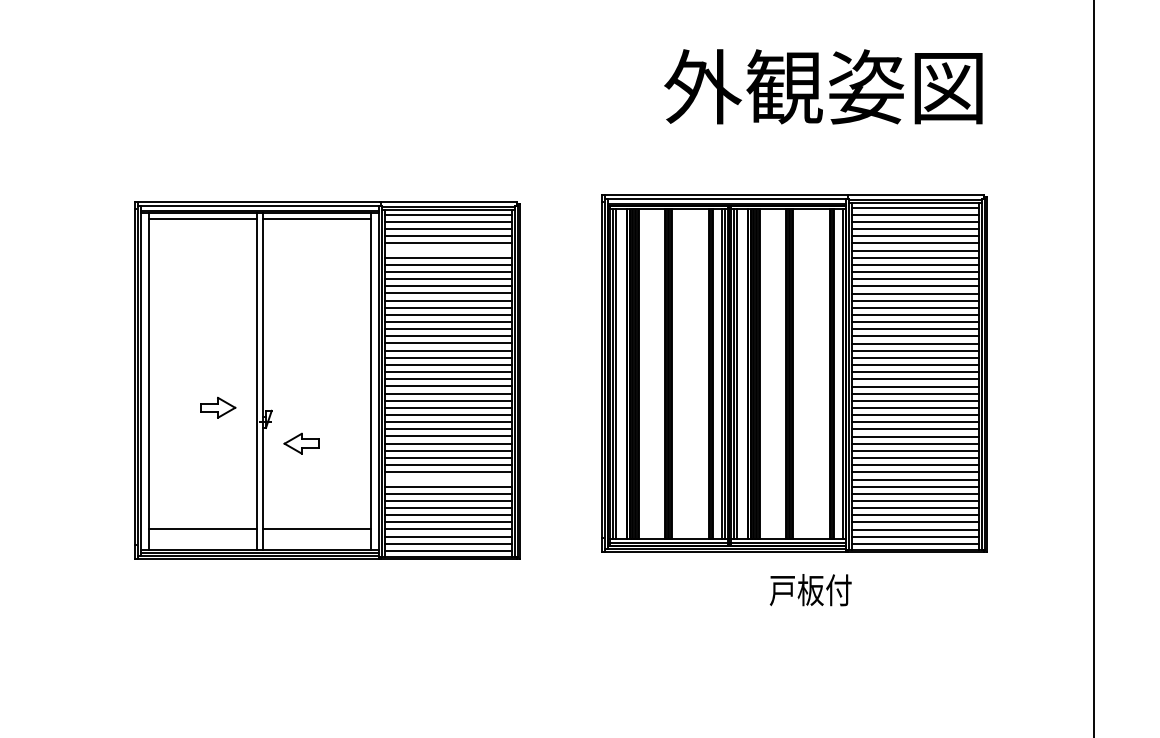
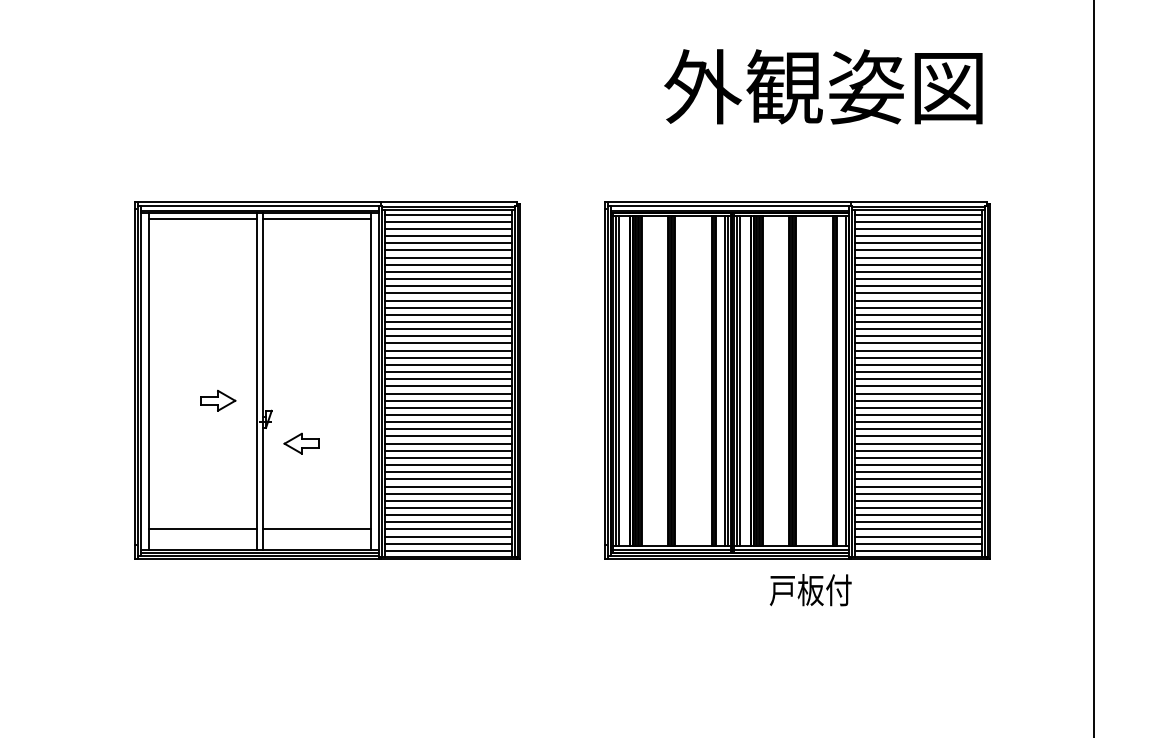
line at (447, 250): none -> present
part at (794, 373) position: (794, 373) -> (797, 380)
part at (218, 407) position: (218, 407) -> (218, 400)
line at (447, 479): none -> present
